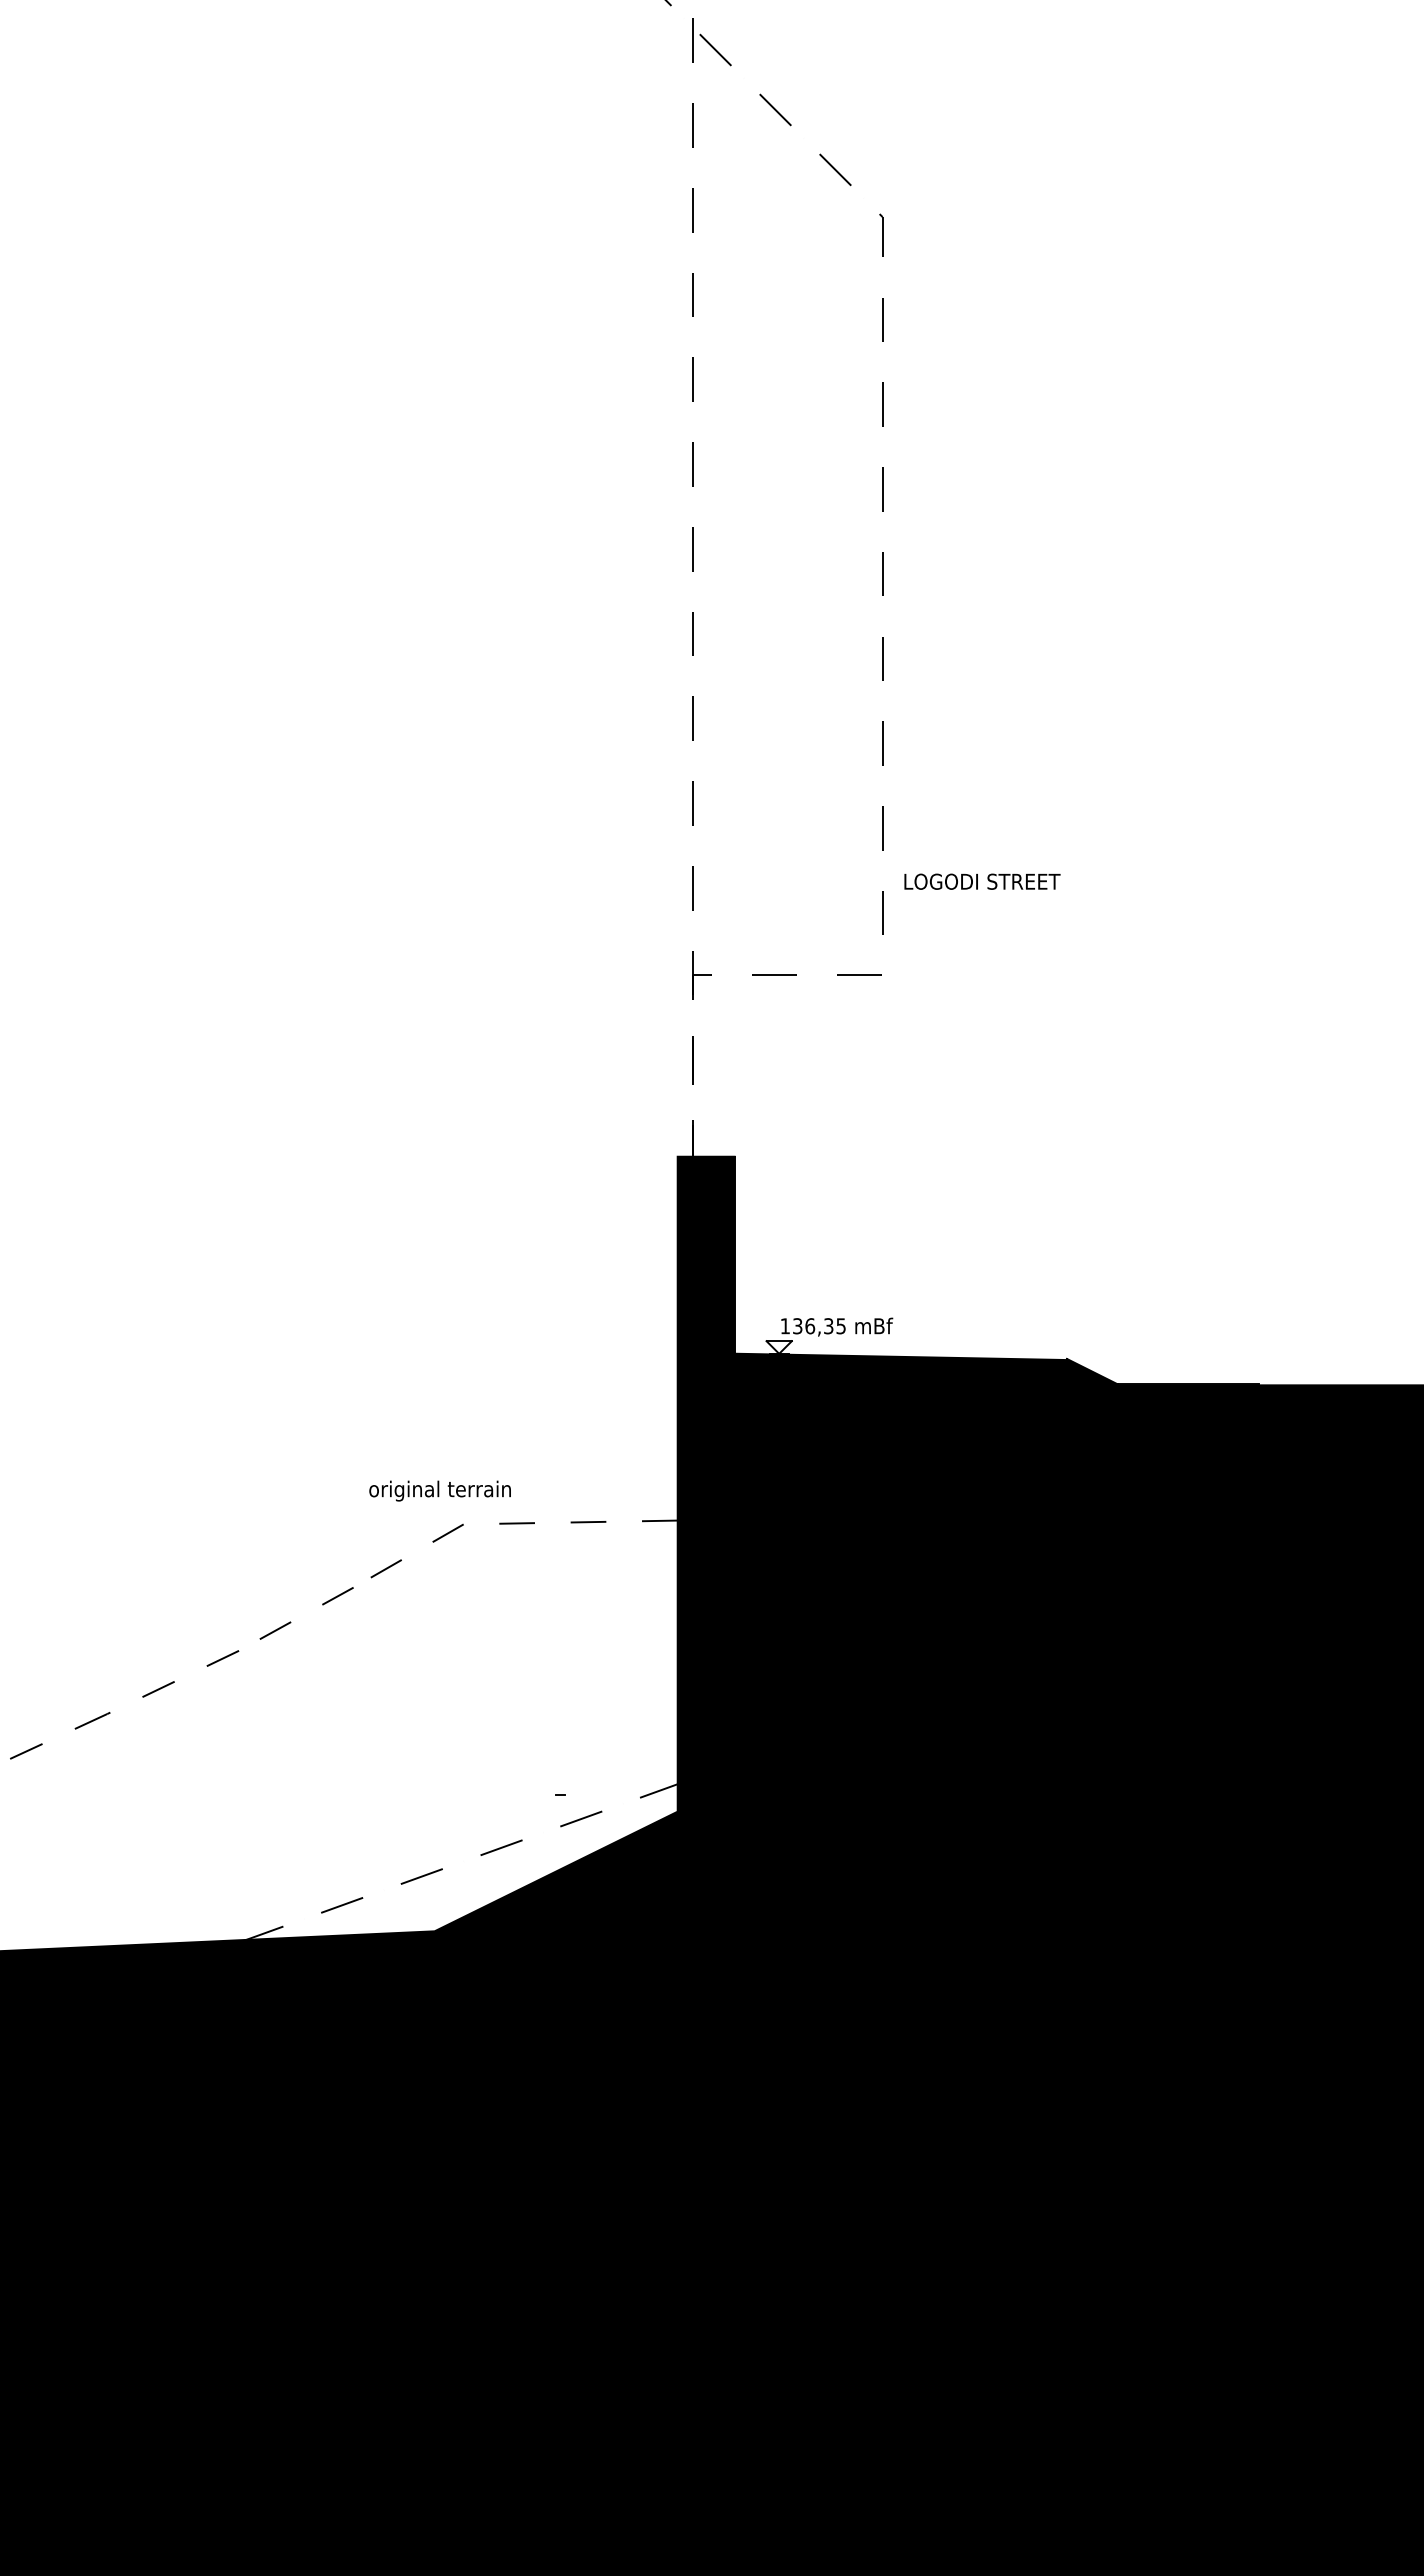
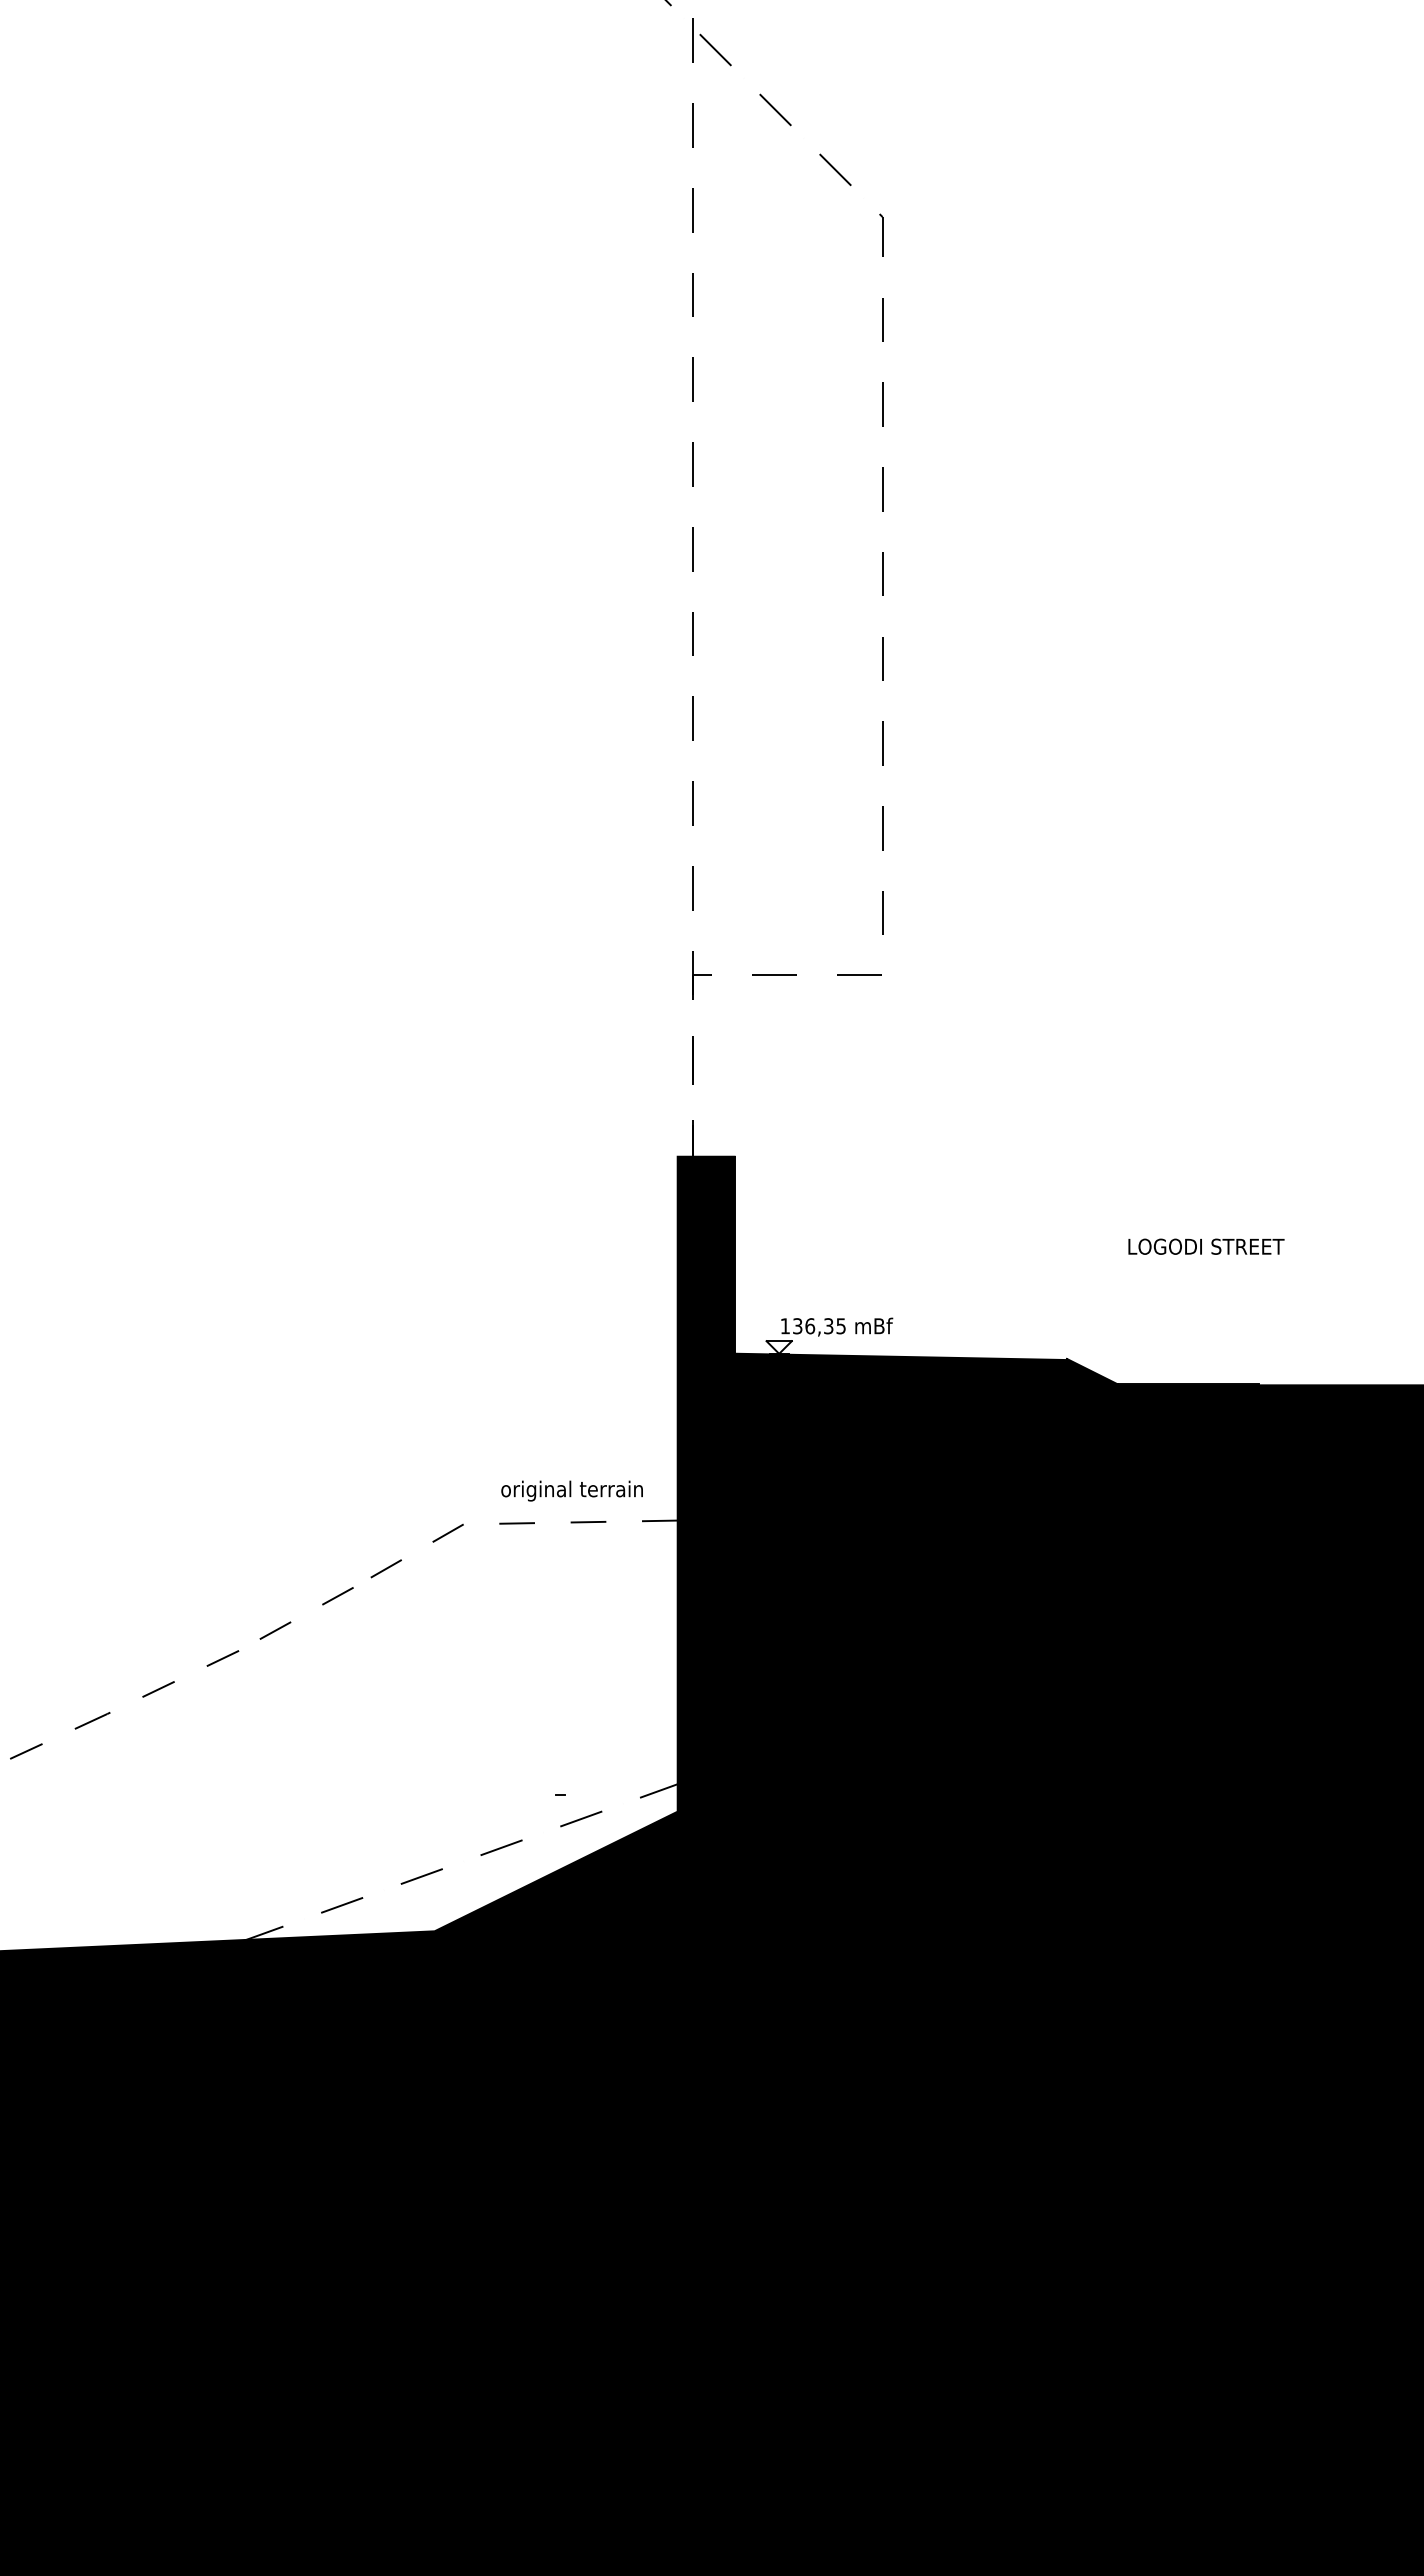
text at (982, 881) position: (982, 881) -> (1206, 1246)
text at (439, 1490) position: (439, 1490) -> (571, 1490)
